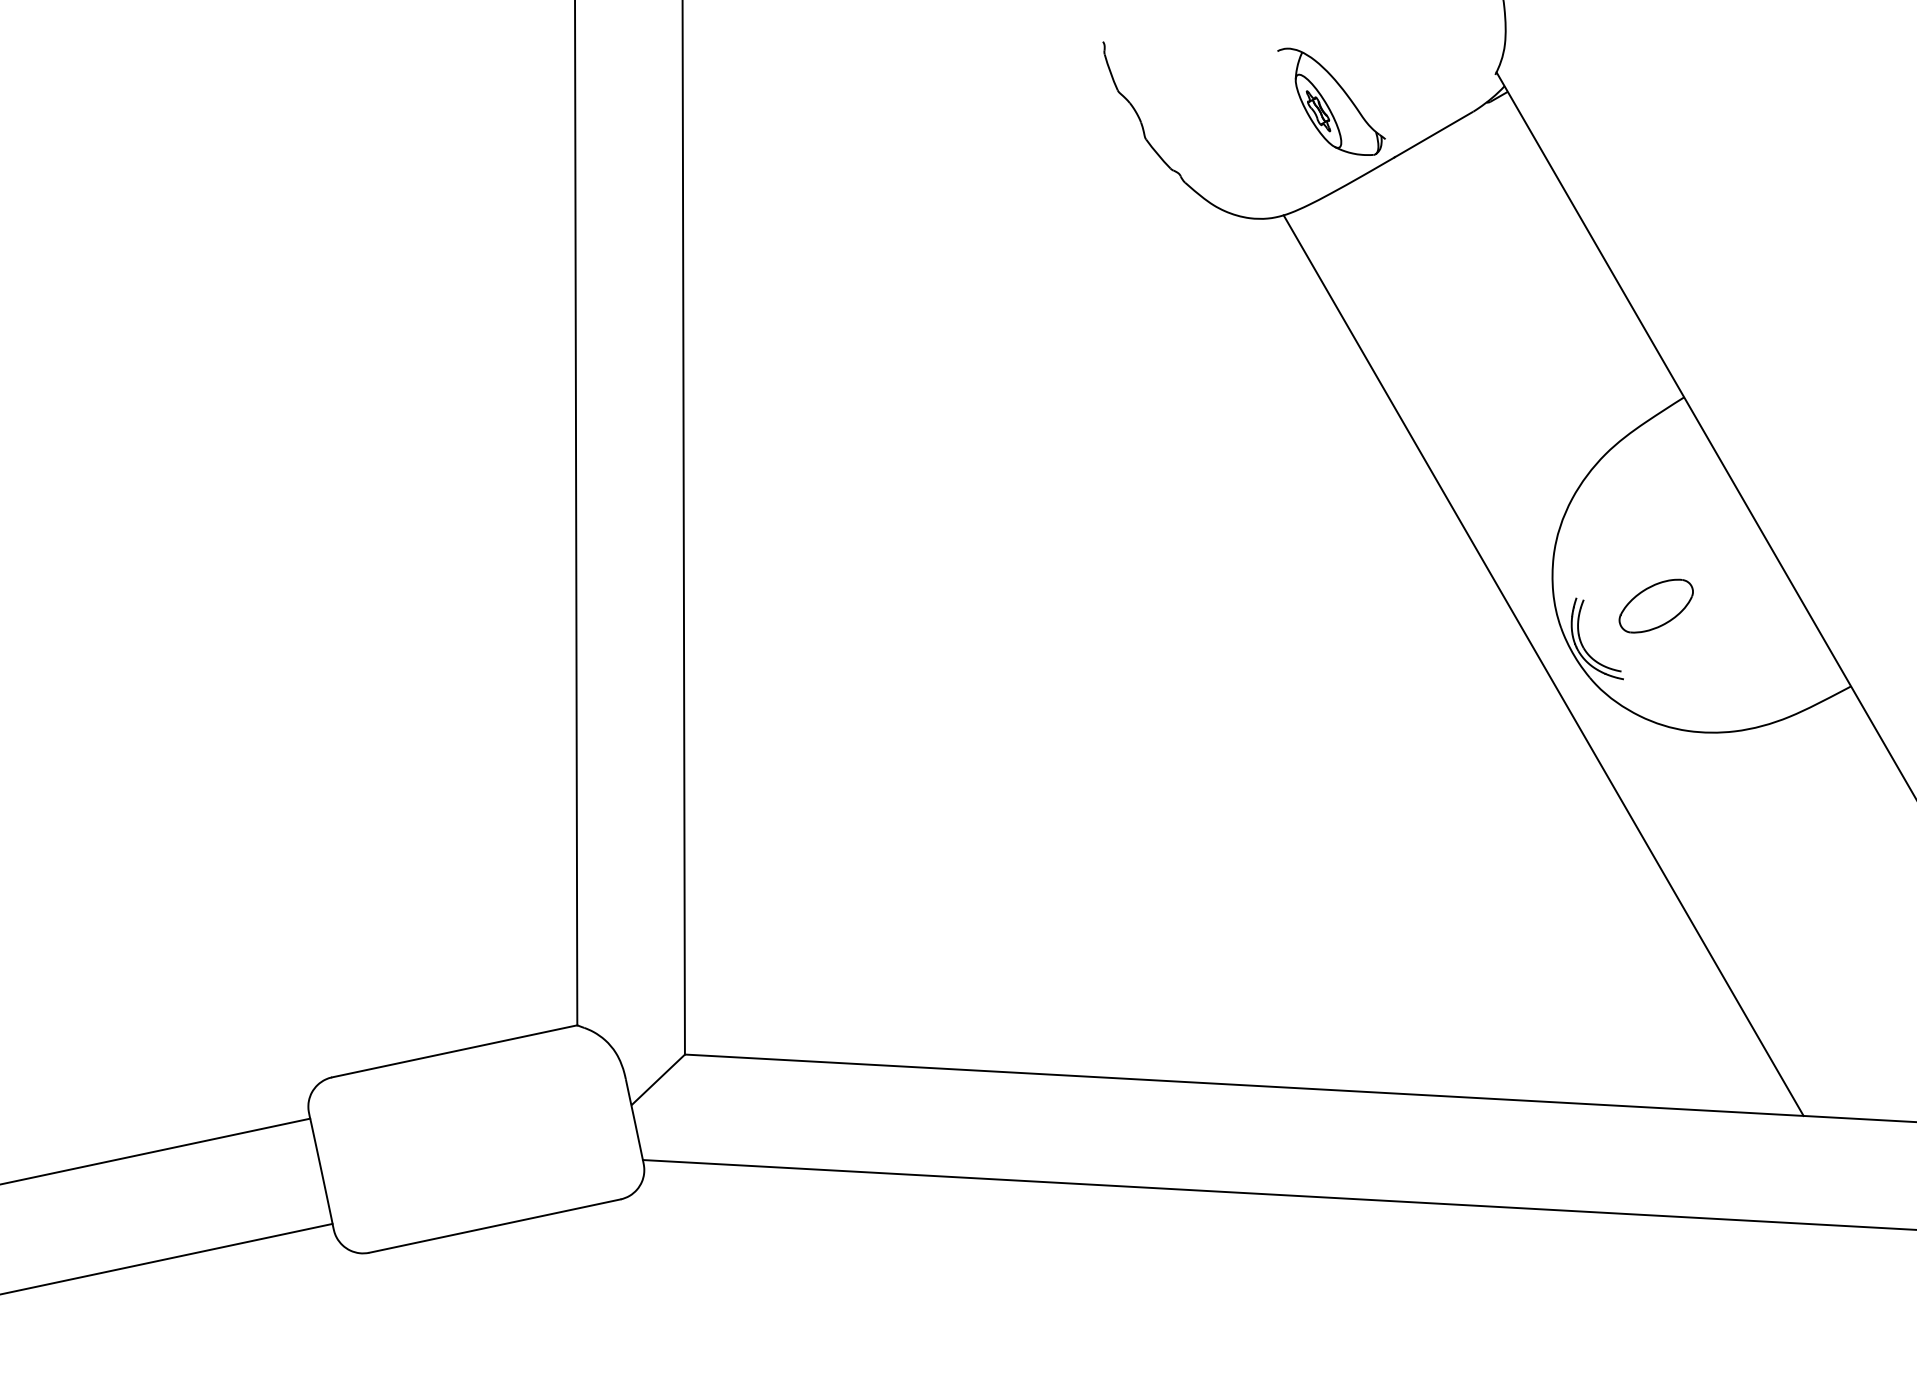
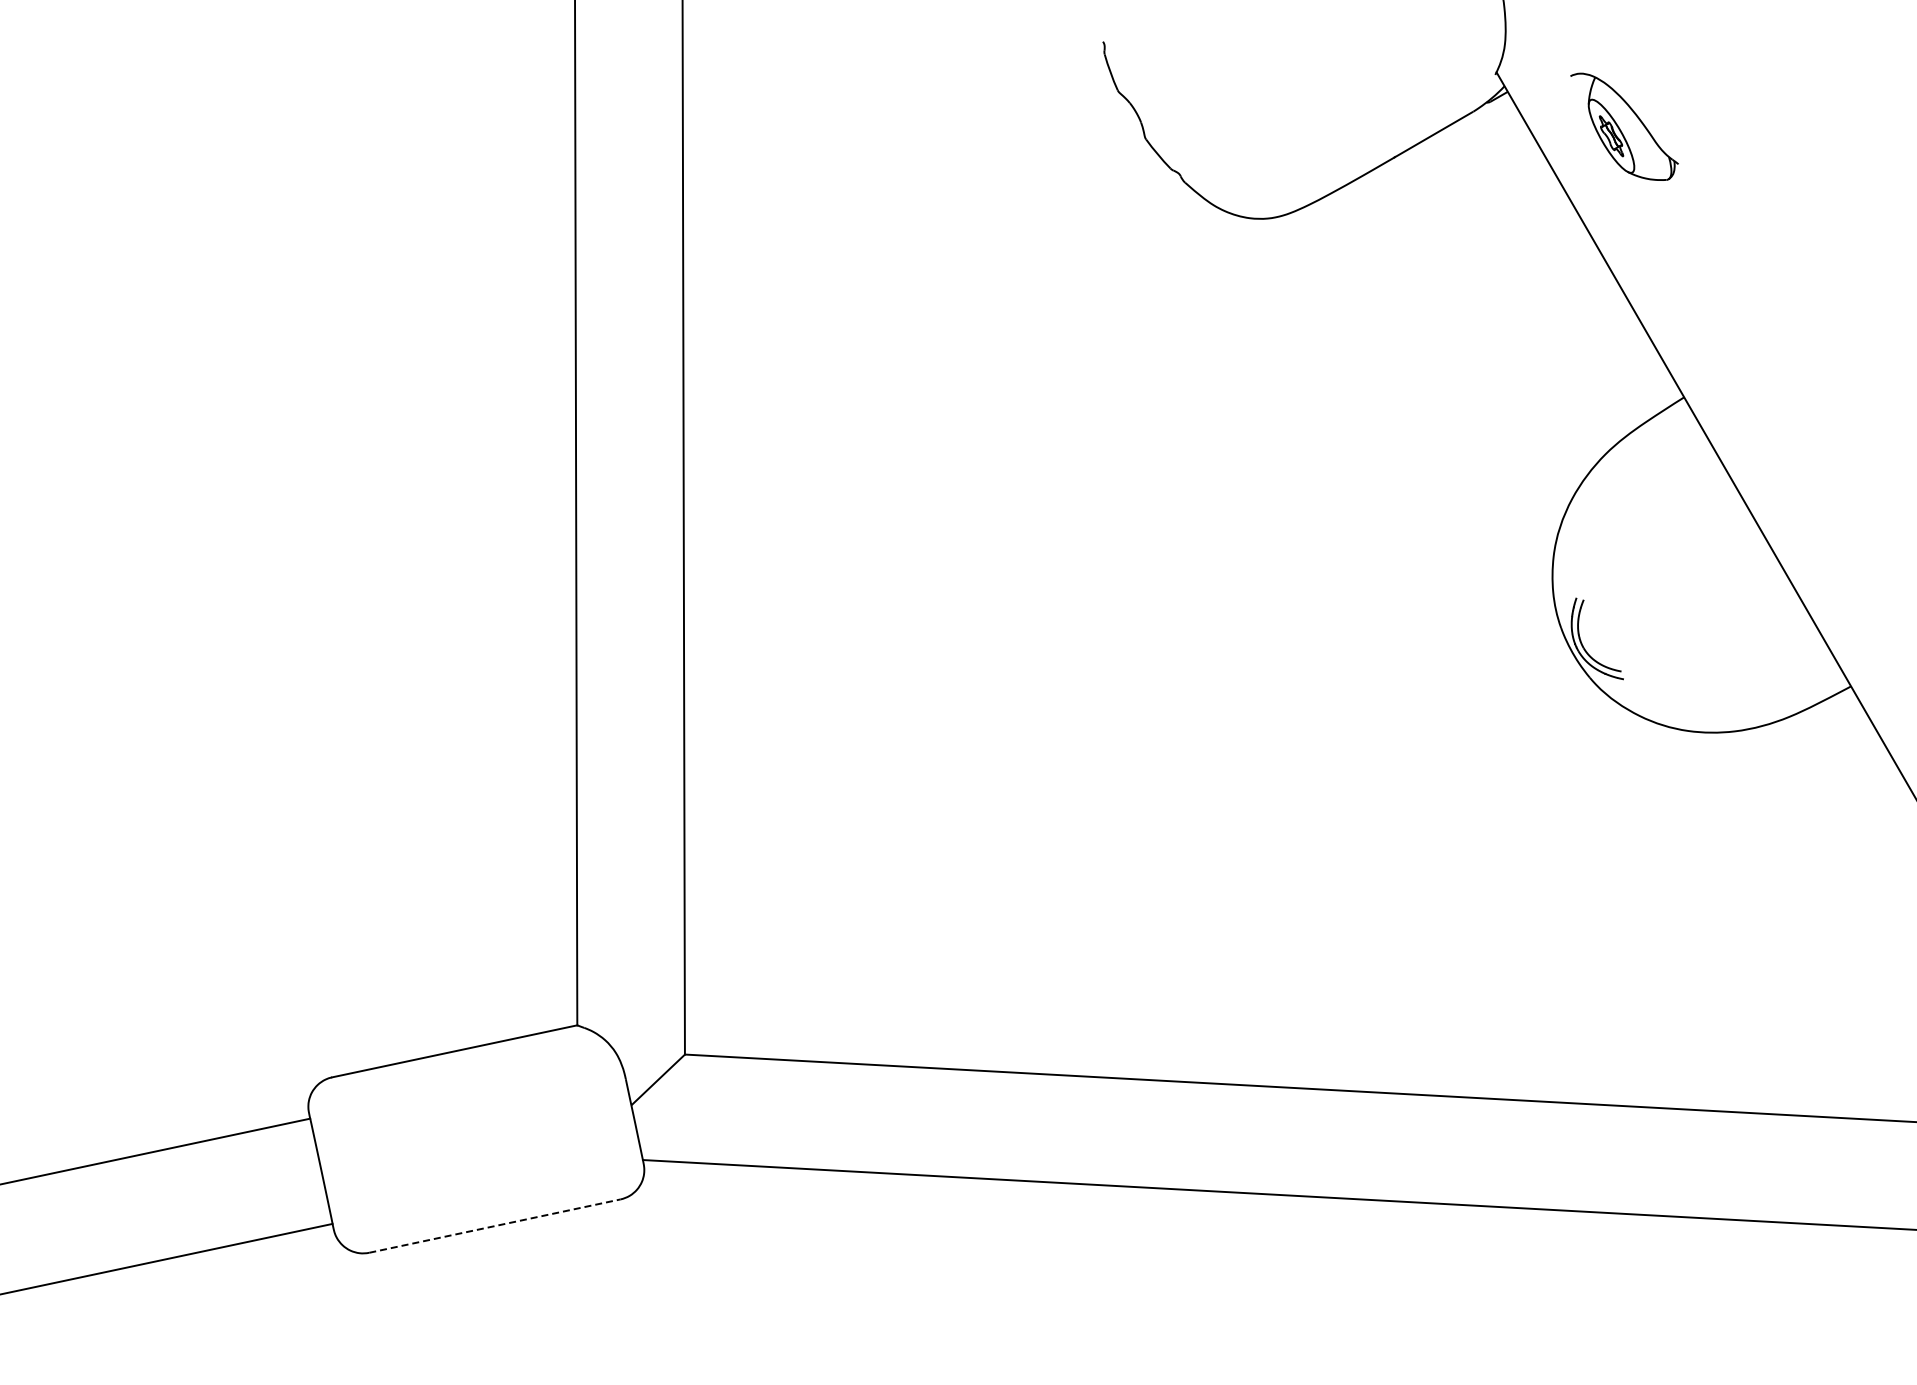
part at (1331, 101) position: (1331, 101) -> (1624, 126)
part at (1655, 605): present -> none
line at (1543, 665): present -> none
line at (495, 1225): solid -> dashed
